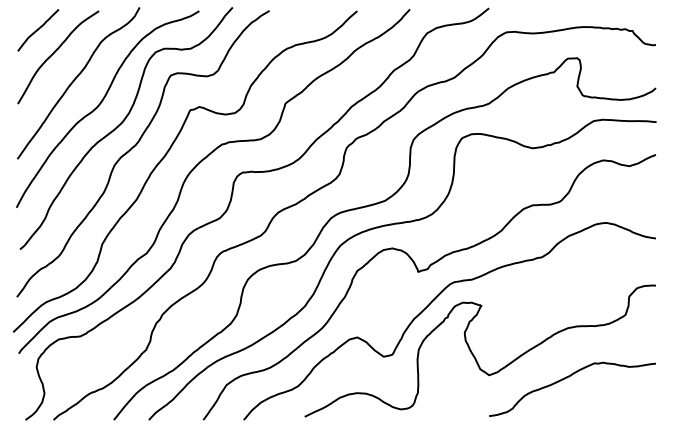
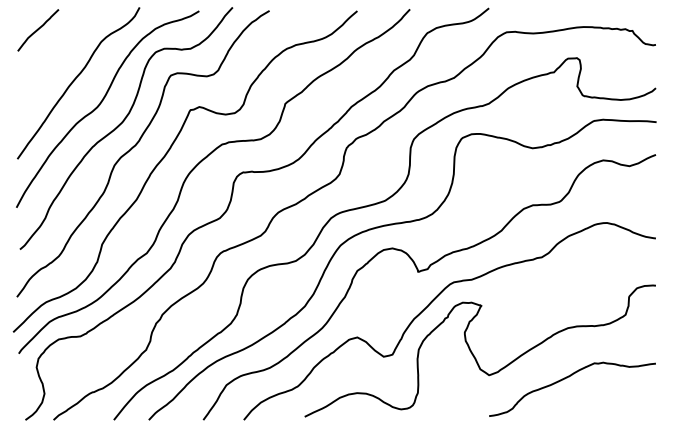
curve at (54, 53): present -> none
